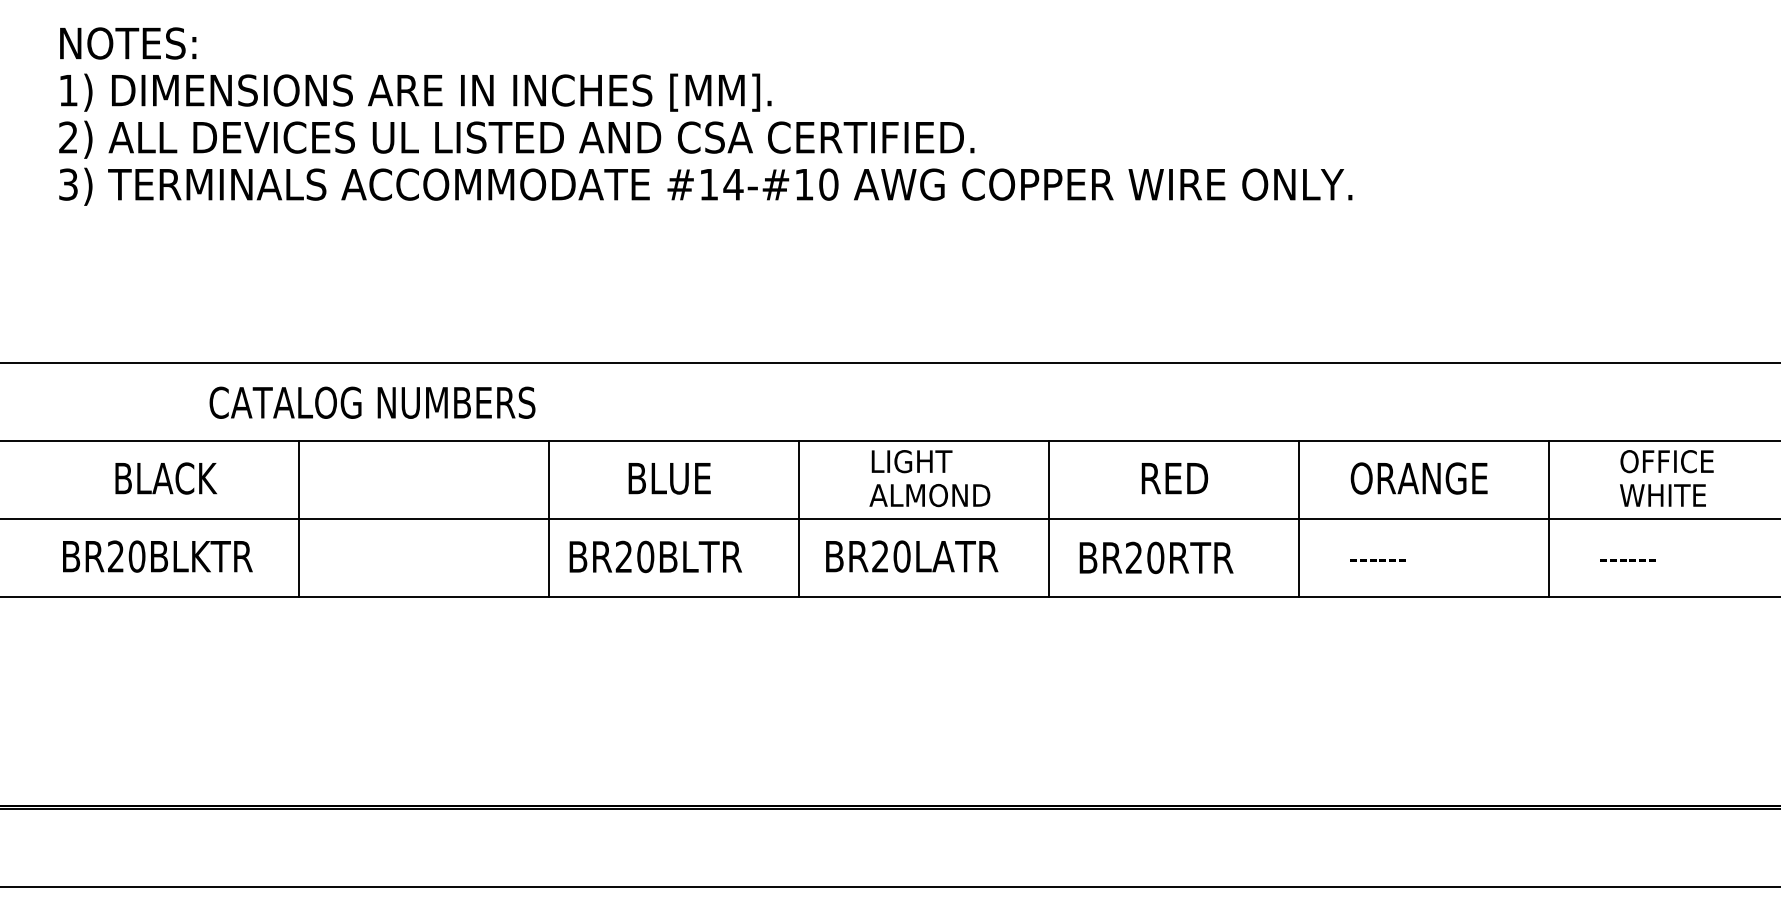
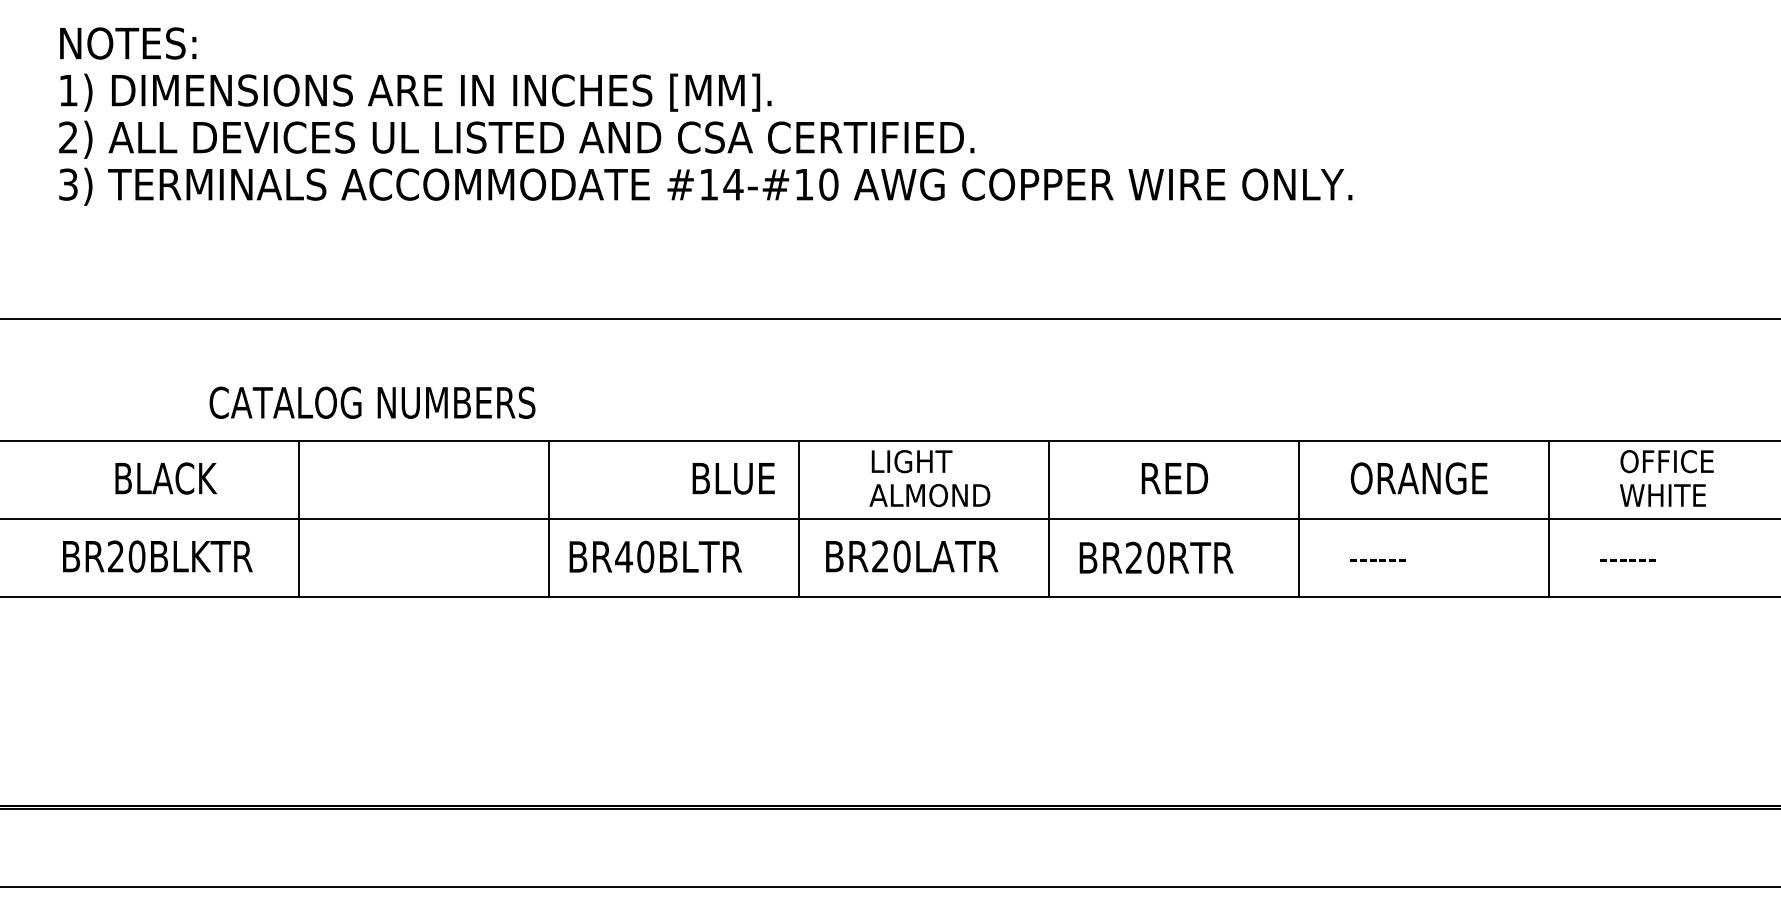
line at (889, 363) position: (889, 363) -> (889, 319)
text at (669, 478) position: (669, 478) -> (733, 478)
text at (623, 556): BR20BLTR -> BR40BLTR
